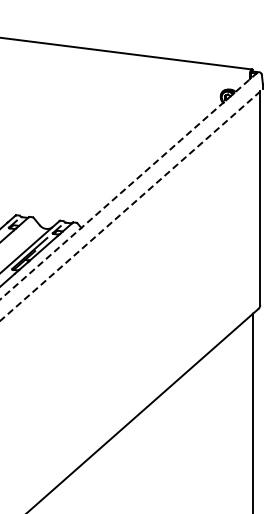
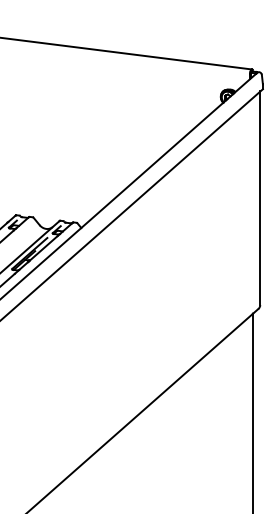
line at (128, 186): dashed -> solid
line at (131, 204): dashed -> solid
